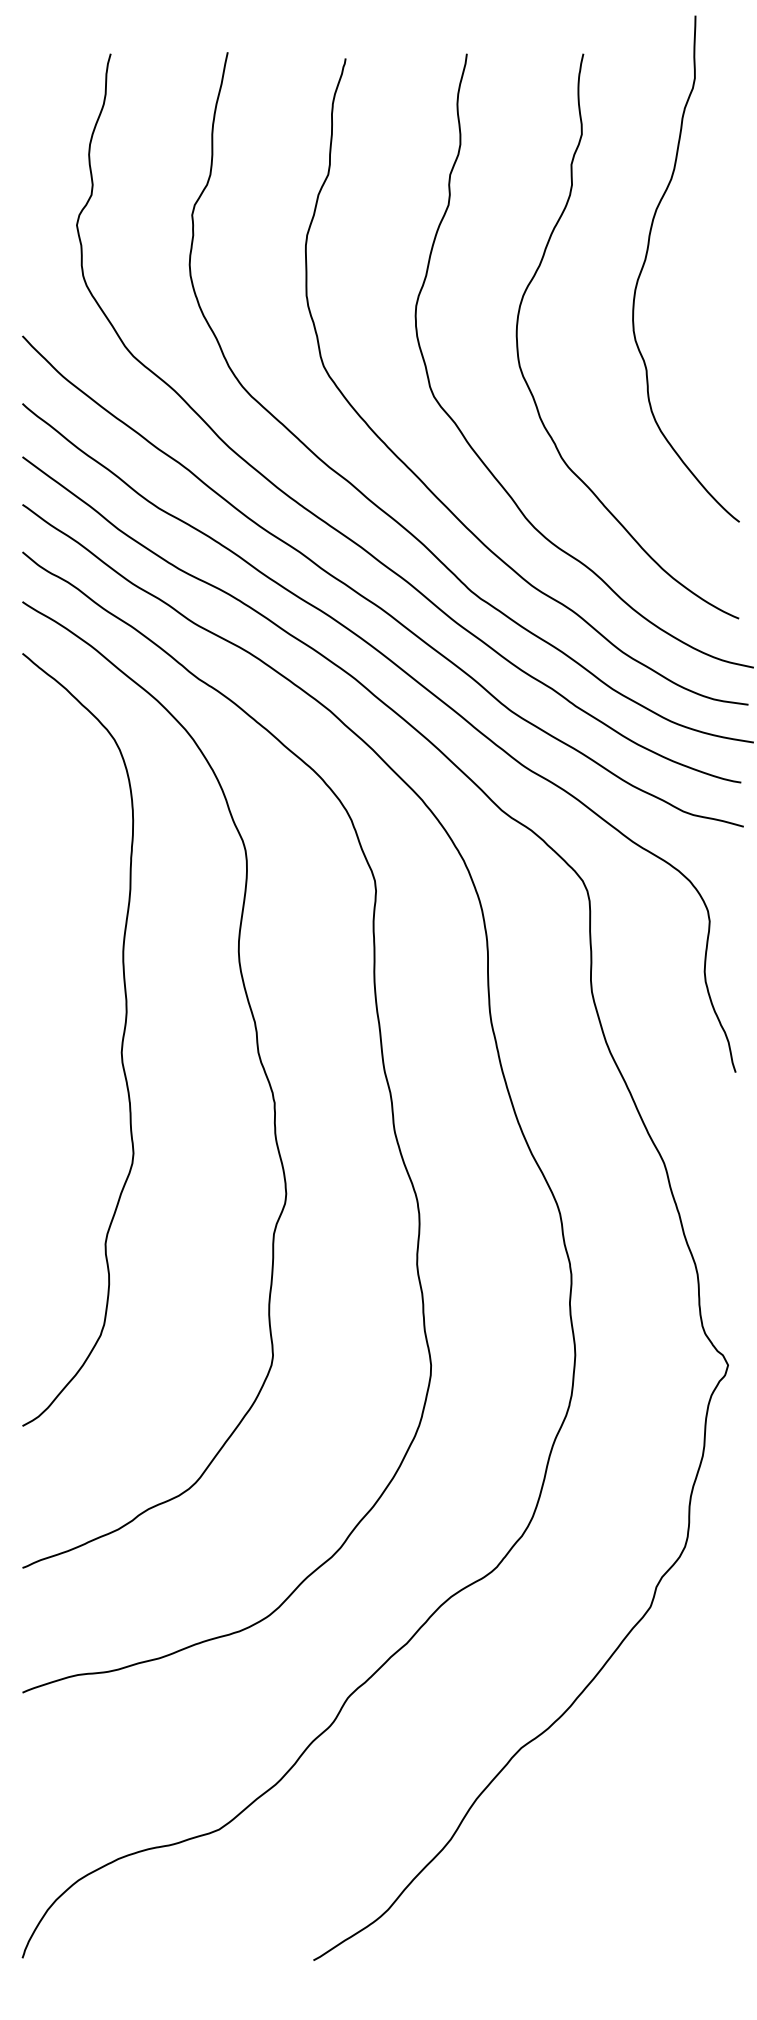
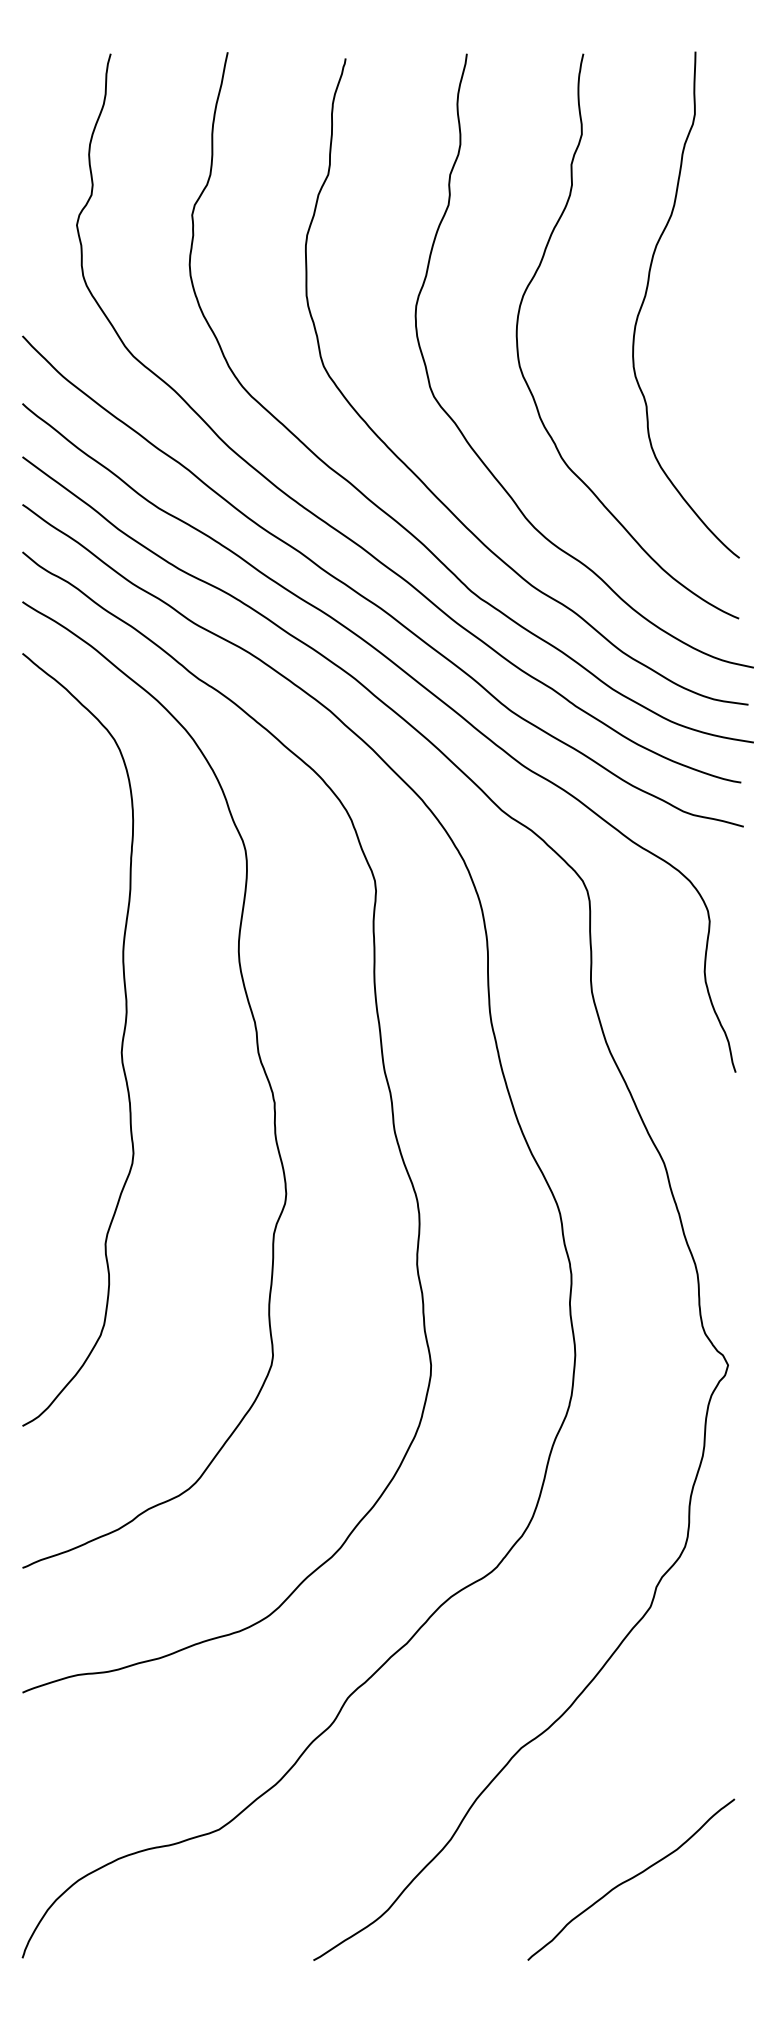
curve at (646, 260) position: (646, 260) -> (646, 296)
curve at (631, 1879): none -> present
